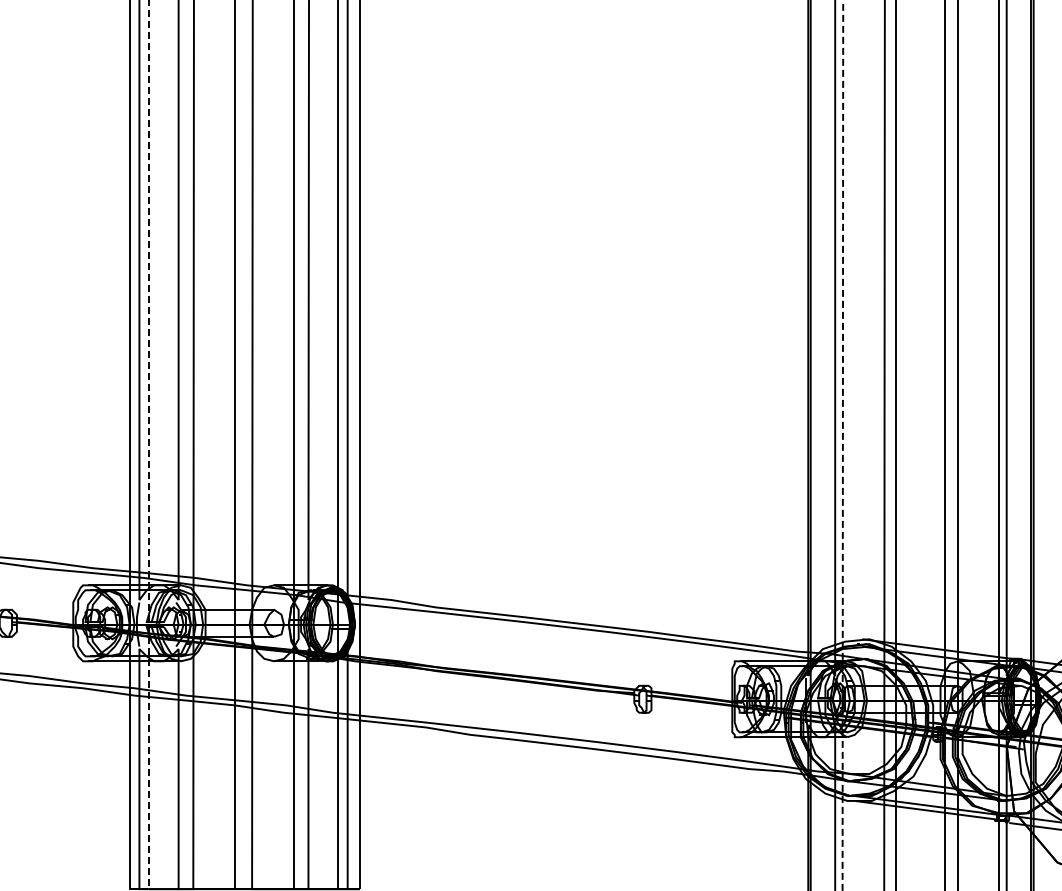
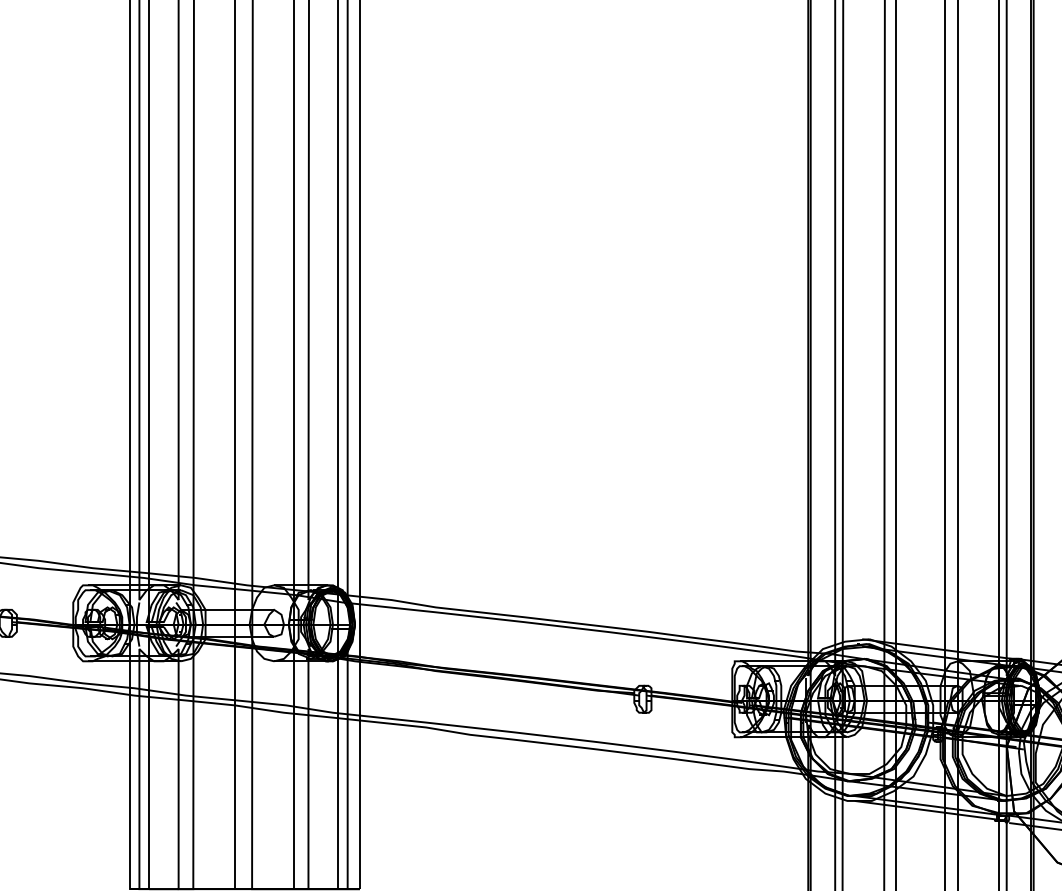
line at (842, 445): dashed -> solid
line at (149, 455): dashed -> solid
